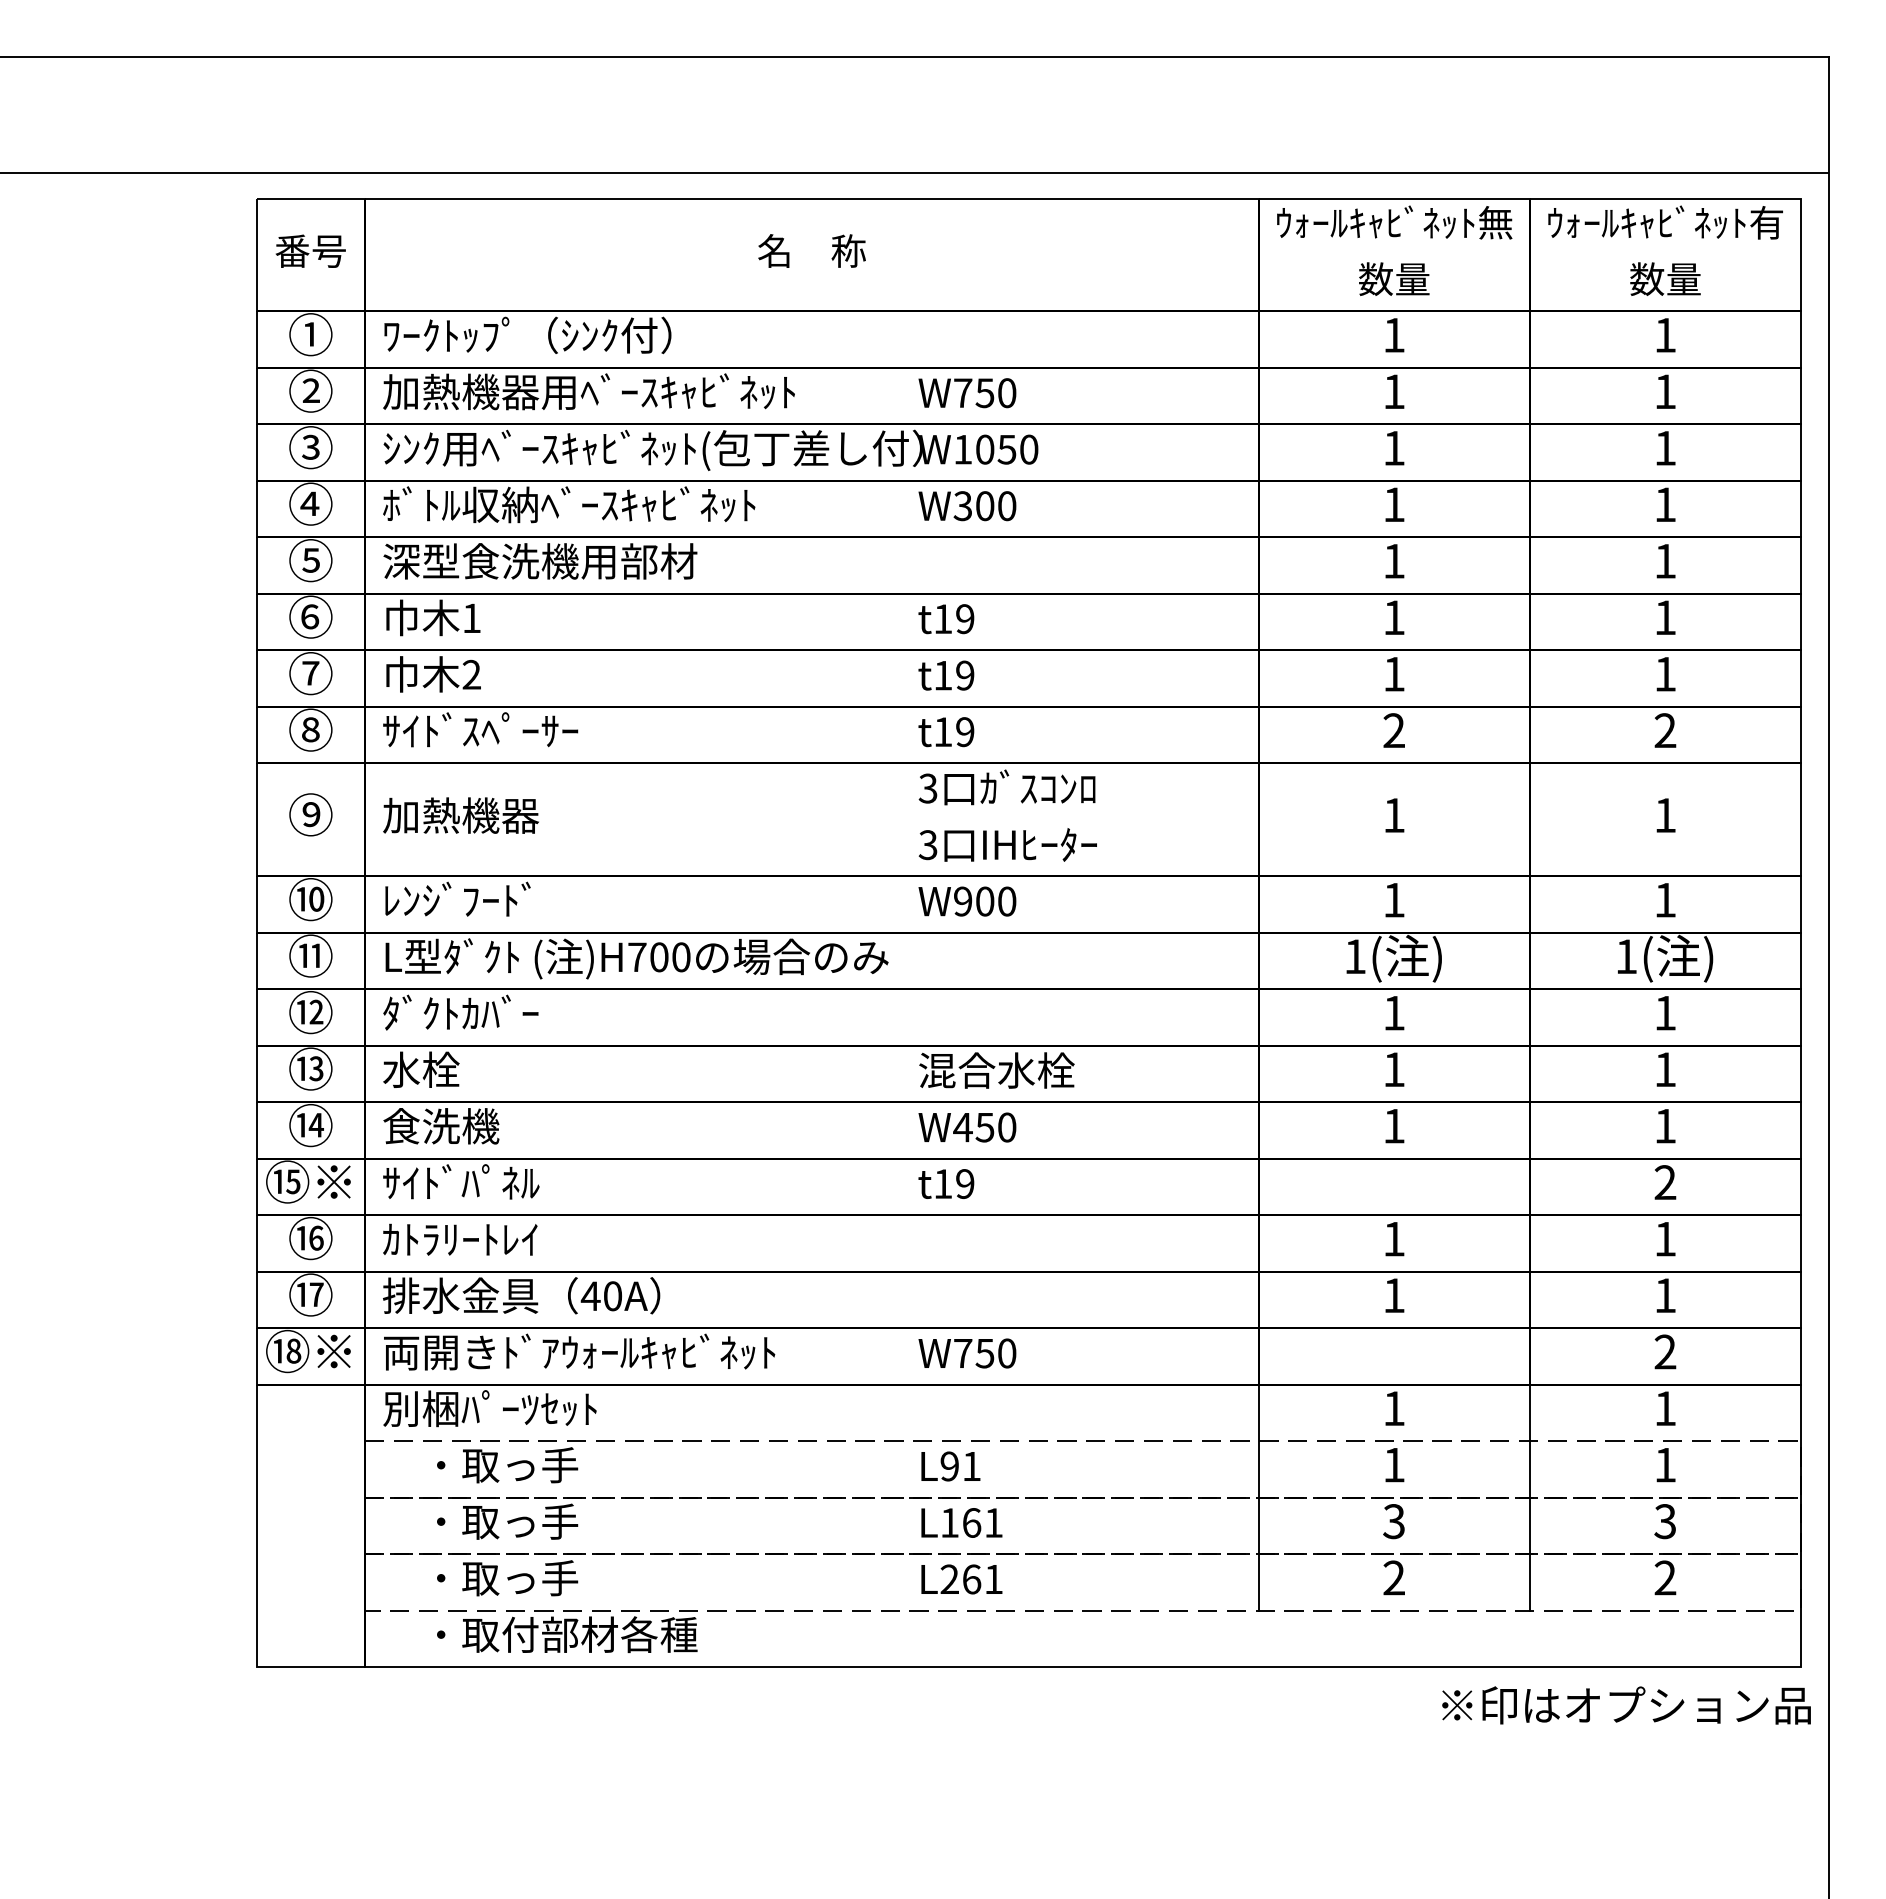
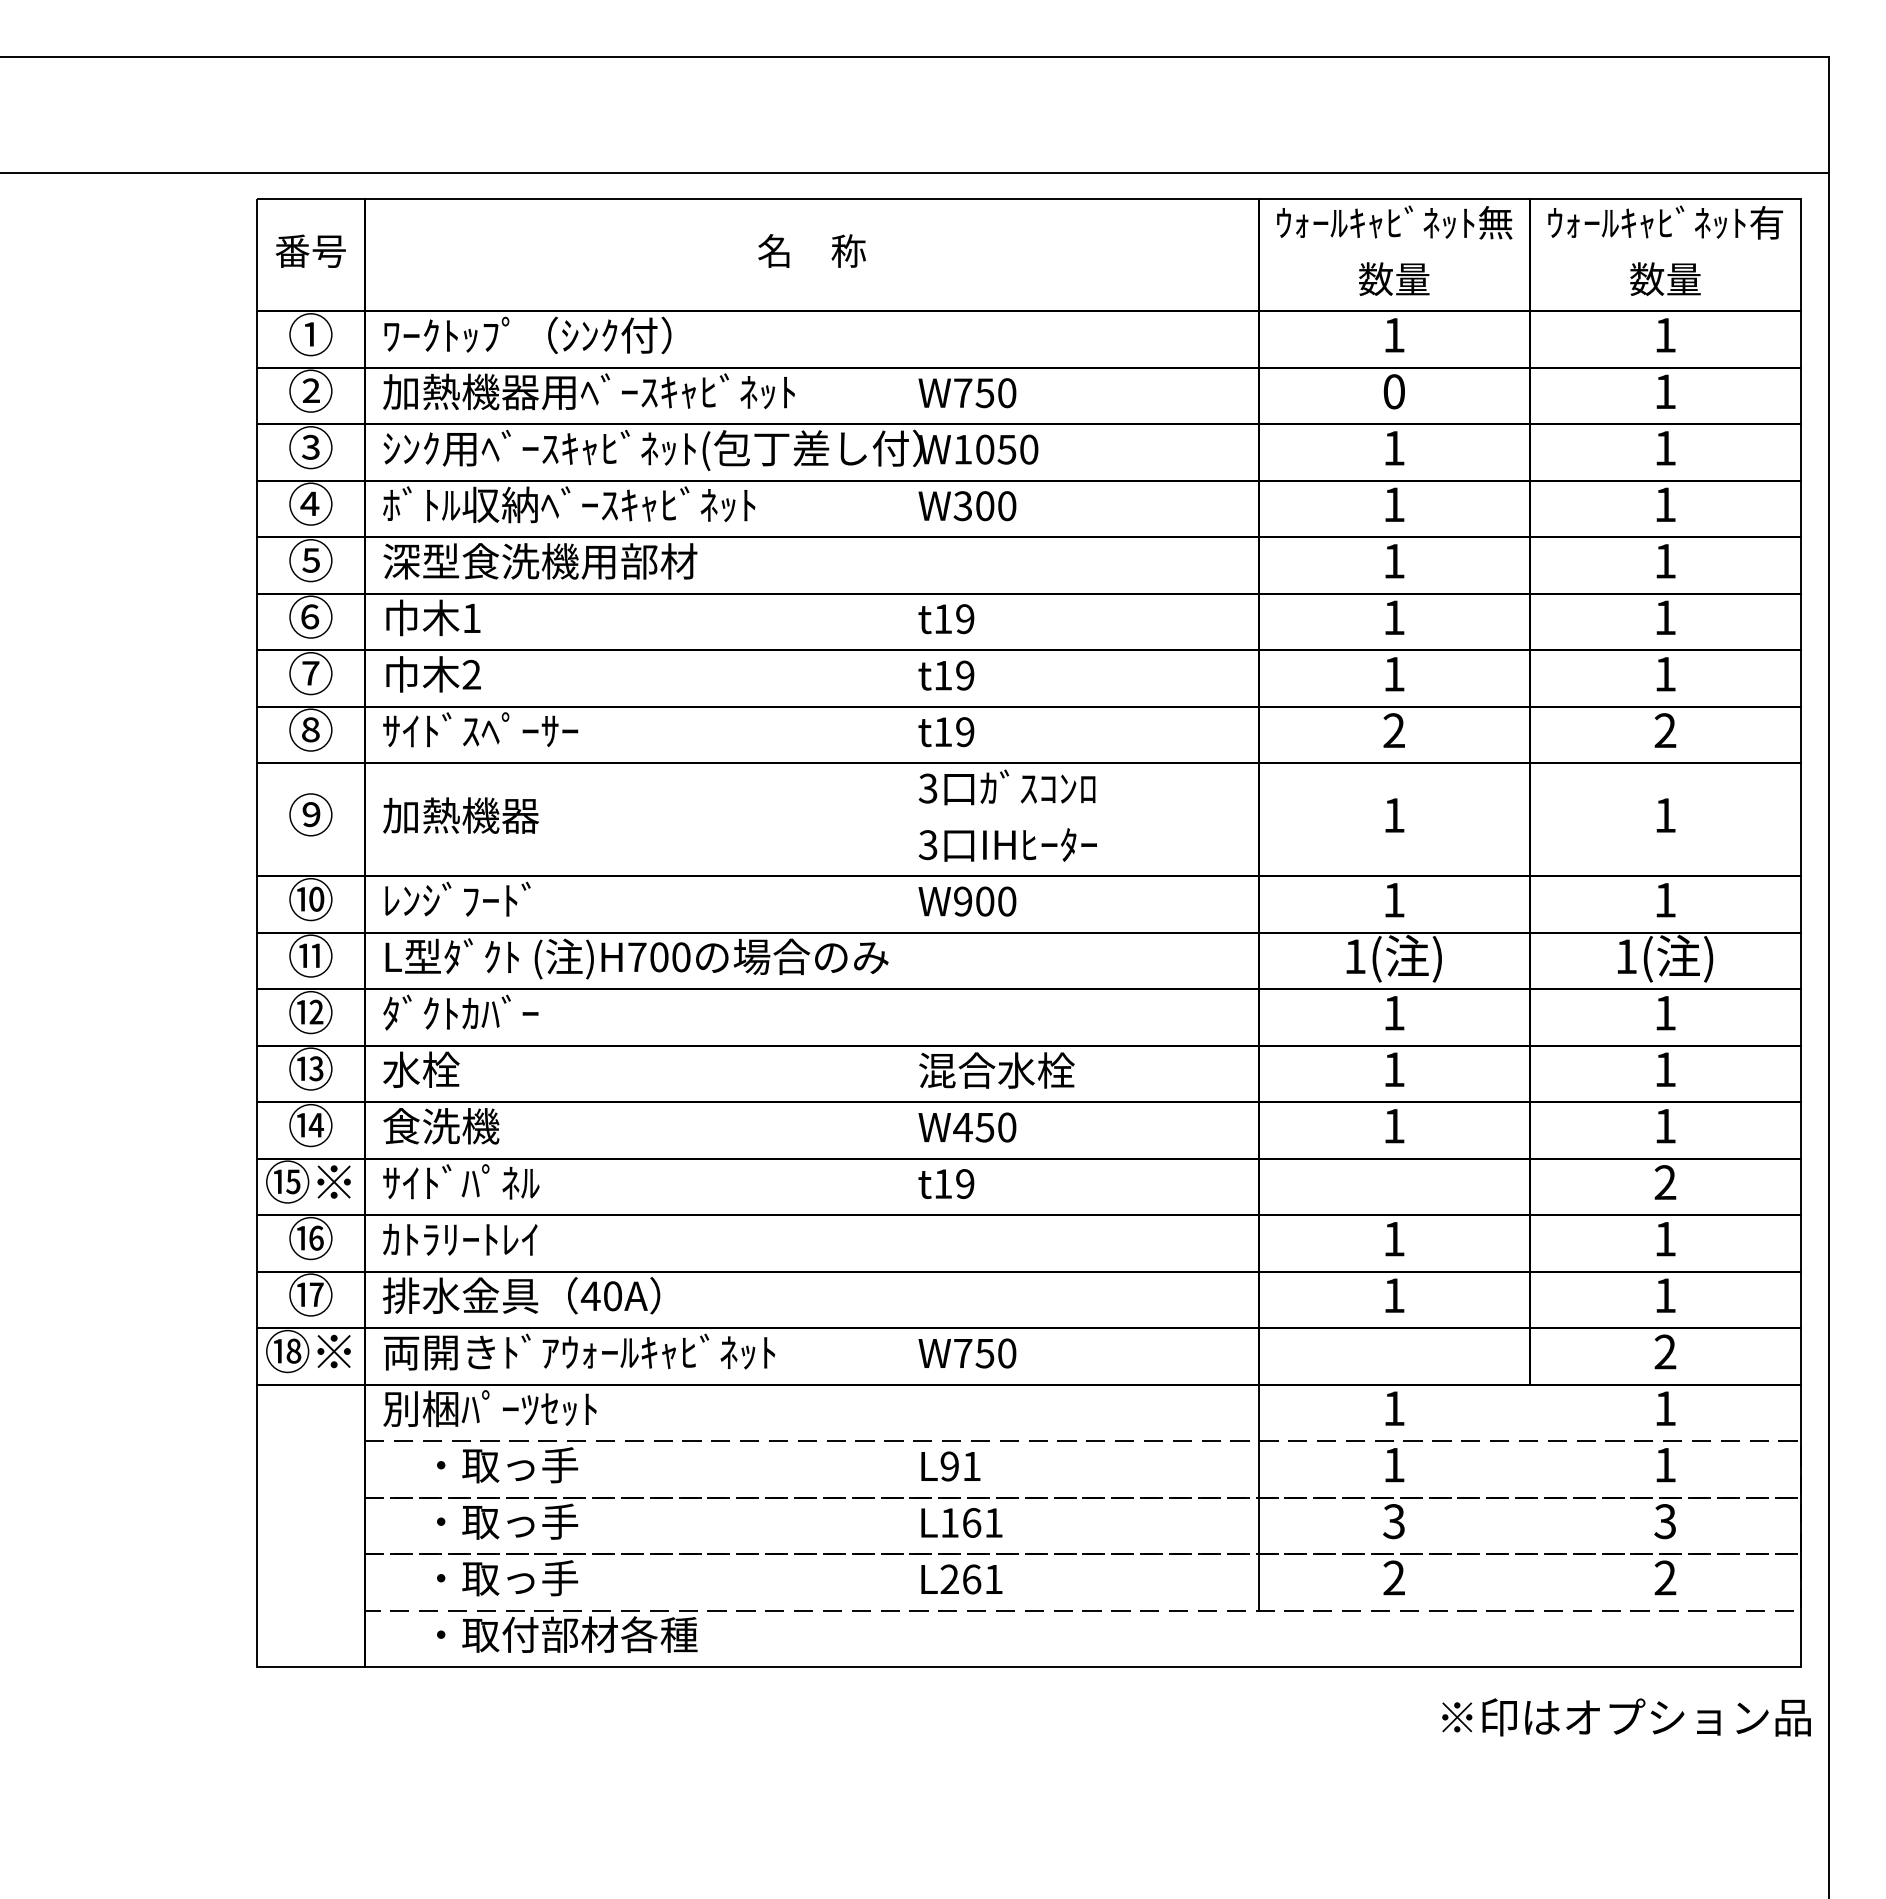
text at (1393, 391): 1 -> 0
line at (1530, 1497): present -> none
text at (1626, 1705) position: (1626, 1705) -> (1626, 1717)
